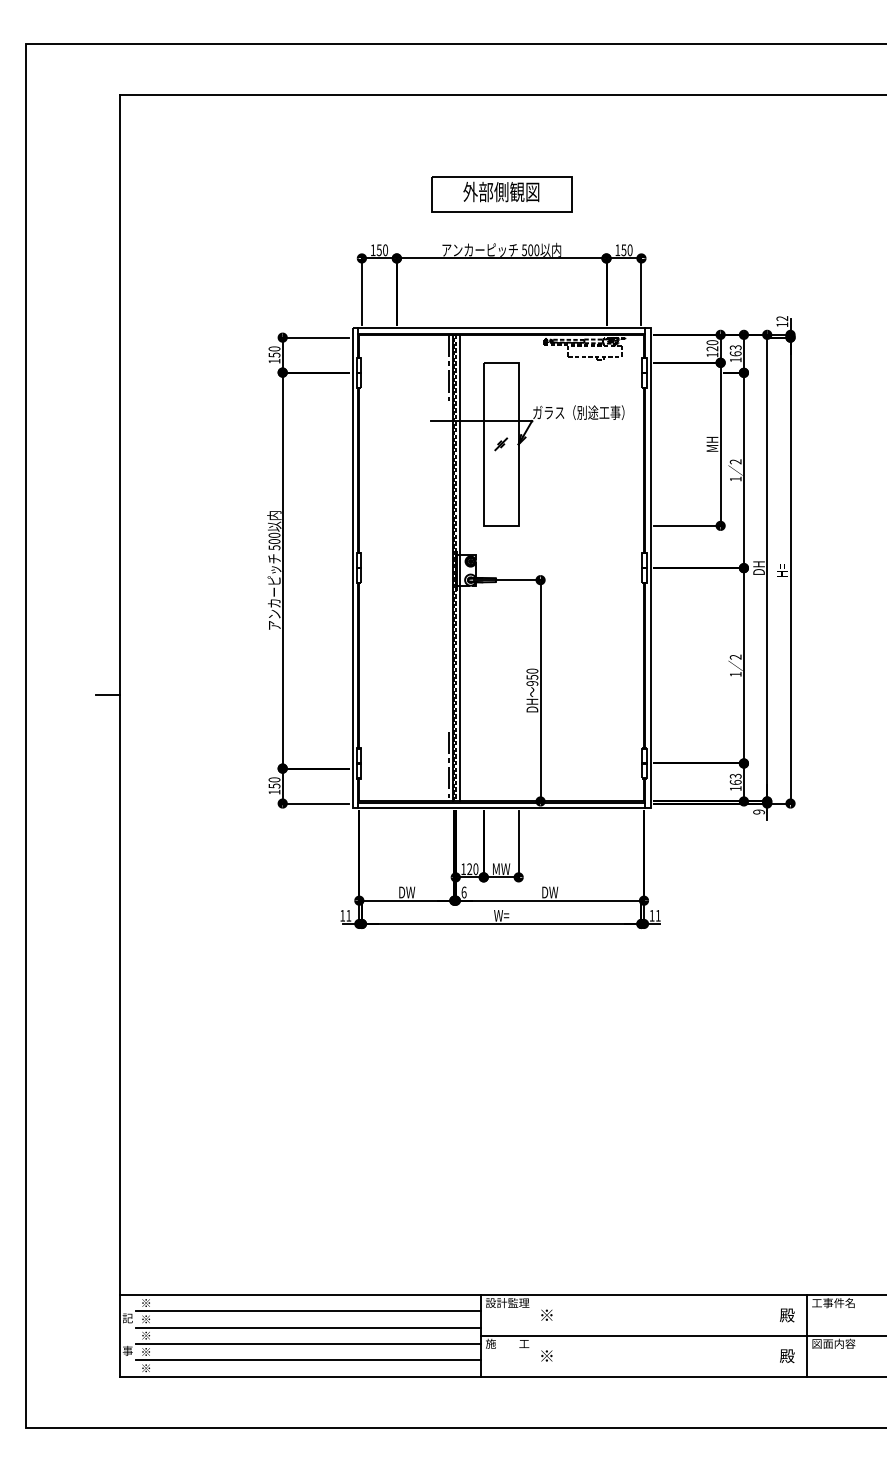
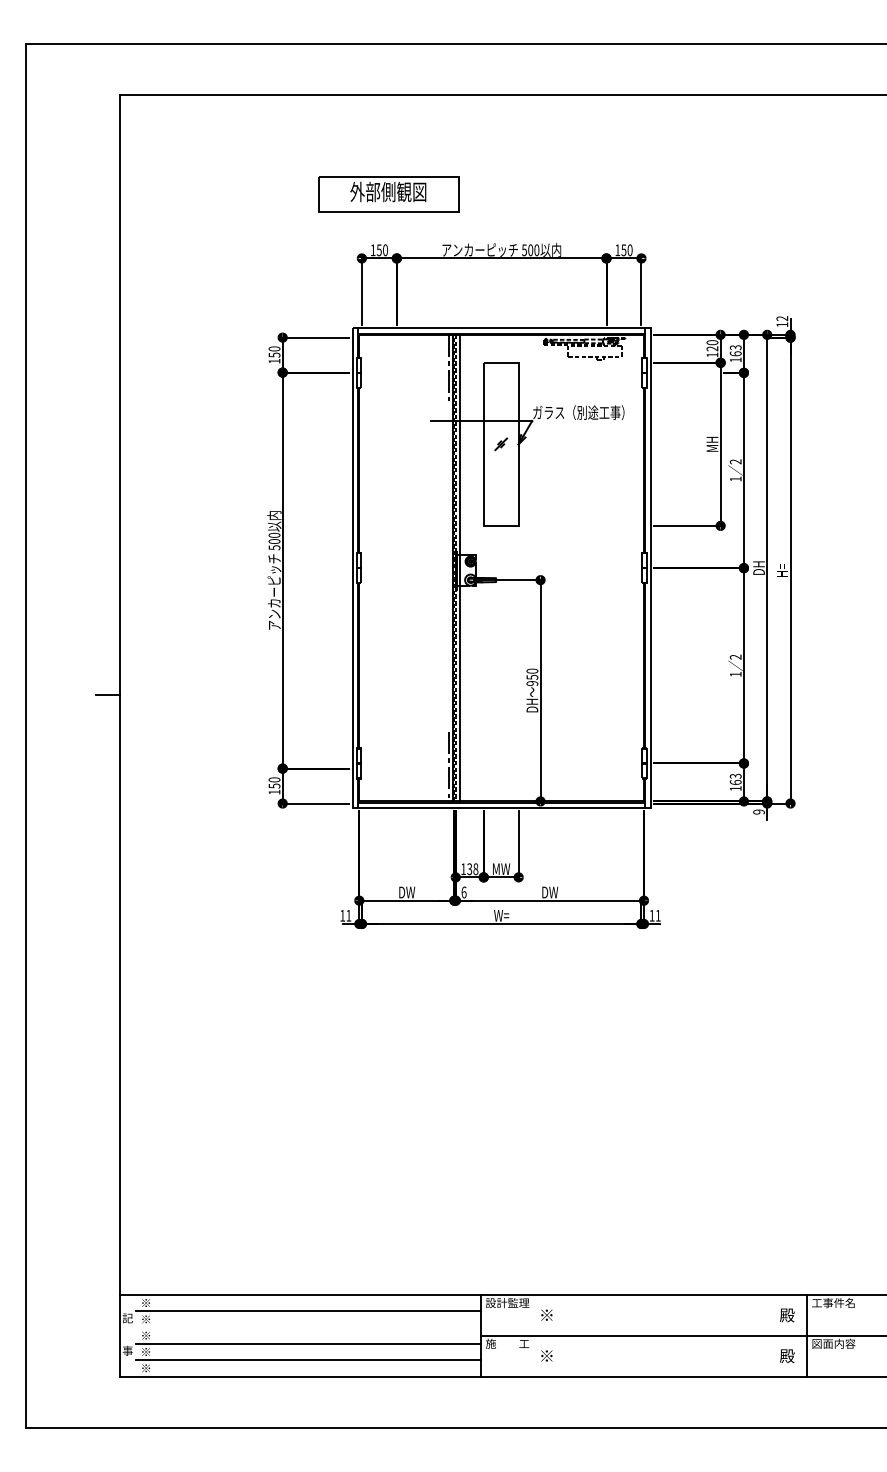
part at (501, 194) position: (501, 194) -> (388, 194)
text at (472, 869): 120 -> 138
line at (307, 1327): present -> none
